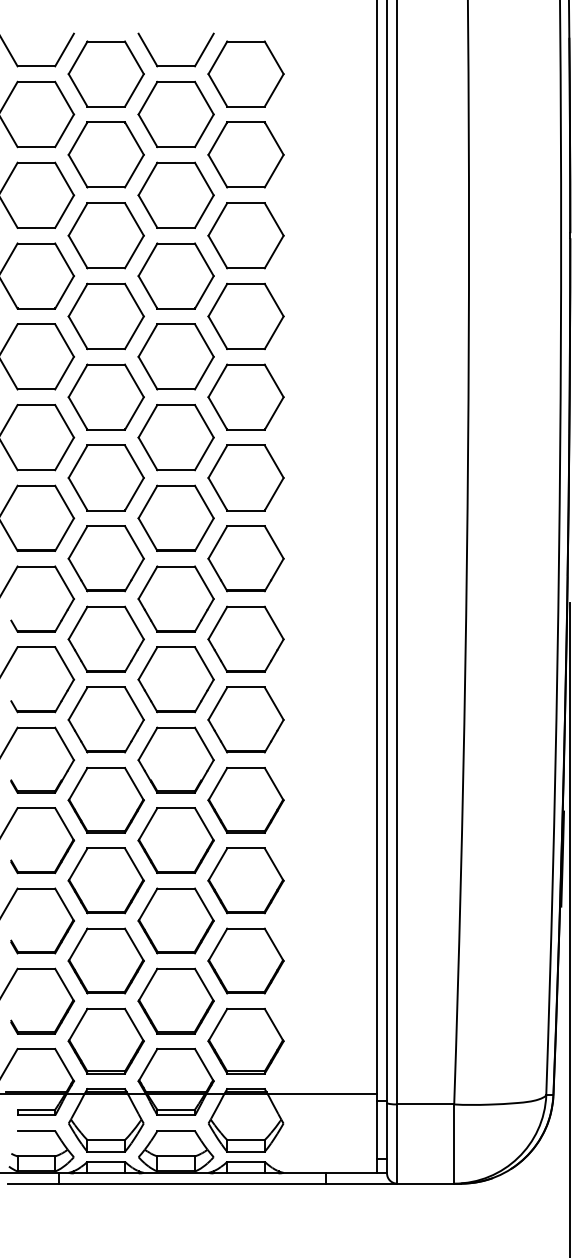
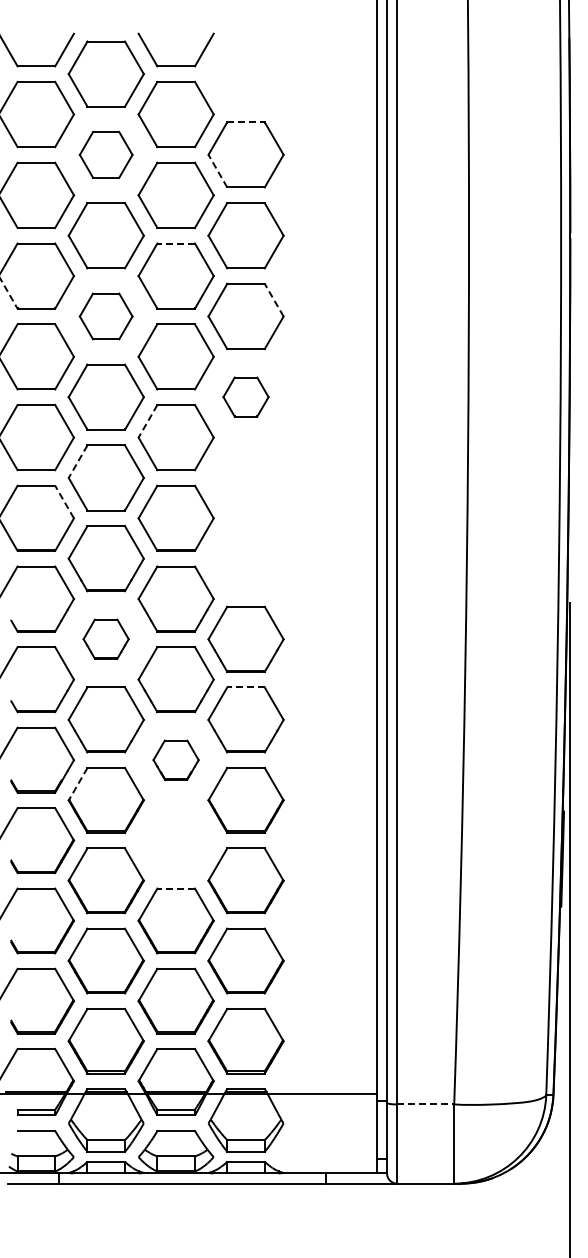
part at (245, 73): present -> none
line at (246, 122): solid -> dashed
part at (105, 154) size: 78x68 px -> 56x48 px
line at (217, 171): solid -> dashed
line at (176, 243): solid -> dashed
line at (9, 294): solid -> dashed
line at (274, 300): solid -> dashed
part at (105, 316) size: 78x69 px -> 56x49 px
part at (245, 396) size: 78x68 px -> 48x42 px
line at (148, 421): solid -> dashed
line at (78, 461): solid -> dashed
part at (245, 477): present -> none
line at (64, 502): solid -> dashed
part at (245, 558): present -> none
part at (105, 638) size: 78x68 px -> 48x42 px
line at (246, 687): solid -> dashed
part at (175, 759) size: 78x68 px -> 48x42 px
line at (78, 784): solid -> dashed
part at (175, 840): present -> none
line at (176, 888): solid -> dashed
line at (426, 1104): solid -> dashed
